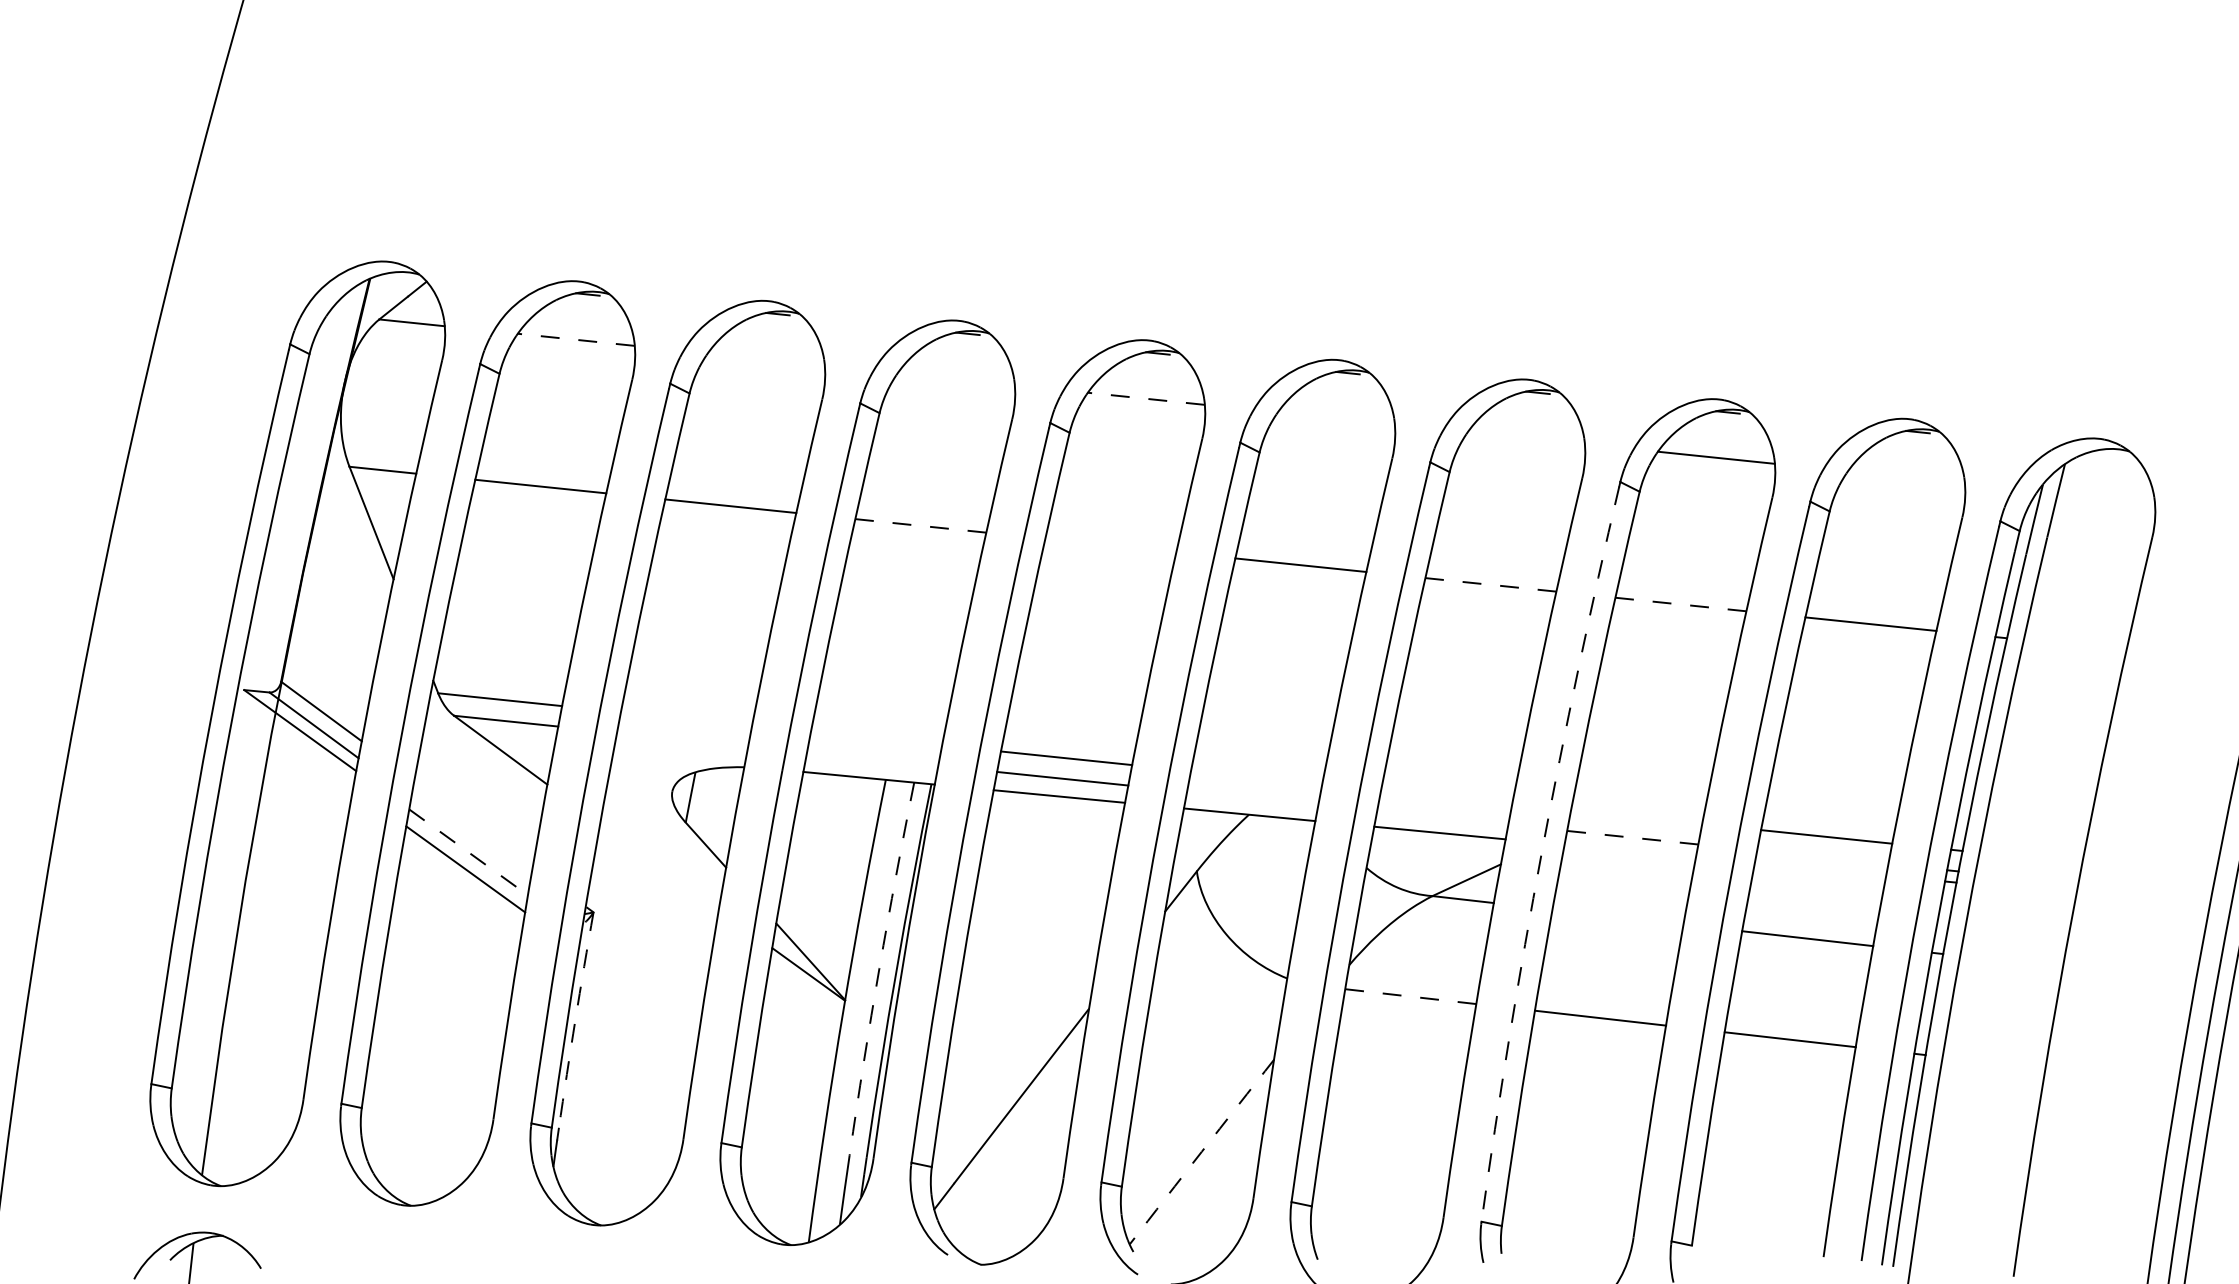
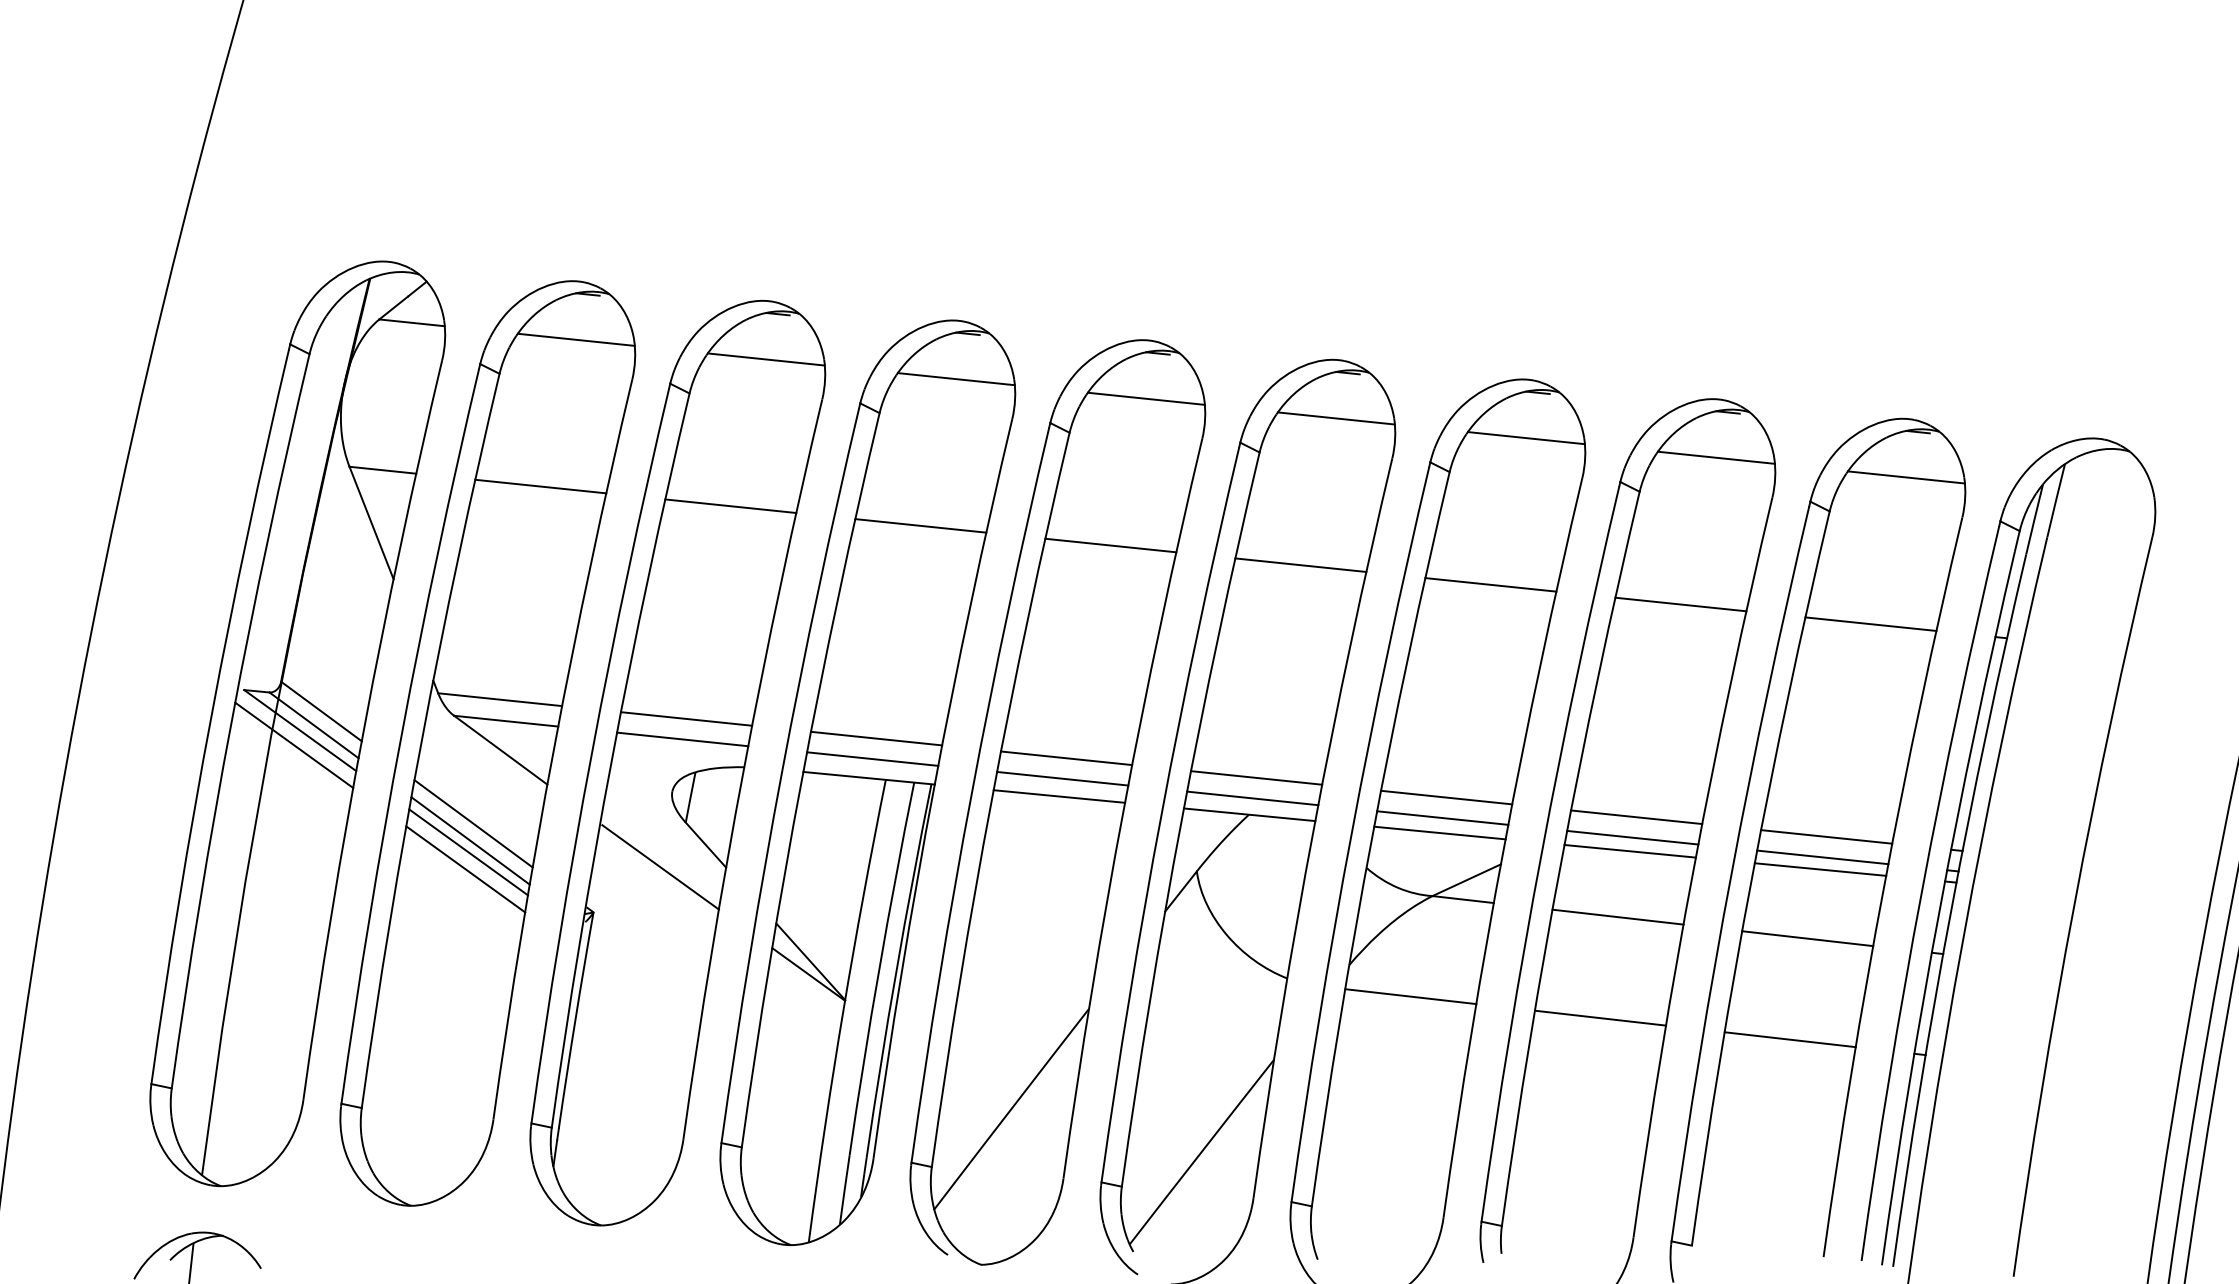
line at (576, 339): dashed -> solid
line at (765, 359): none -> present
line at (955, 379): none -> present
line at (1146, 398): dashed -> solid
line at (1336, 418): none -> present
line at (1526, 438): none -> present
line at (1906, 477): none -> present
line at (920, 525): dashed -> solid
line at (1110, 545): none -> present
line at (1490, 584): dashed -> solid
line at (1680, 604): dashed -> solid
line at (686, 718): none -> present
line at (876, 738): none -> present
line at (682, 739): none -> present
line at (294, 745): none -> present
line at (872, 758): none -> present
line at (1256, 777): none -> present
line at (1446, 797): none -> present
line at (1252, 798): none -> present
line at (1442, 817): none -> present
line at (1636, 817): none -> present
line at (473, 823): none -> present
line at (1632, 837): dashed -> solid
line at (470, 840): none -> present
line at (1629, 851): none -> present
line at (469, 852): dashed -> solid
arc at (1541, 852): dashed -> solid
line at (1822, 857): none -> present
line at (660, 867): none -> present
line at (1820, 869): none -> present
line at (1617, 916): none -> present
arc at (879, 968): dashed -> solid
line at (1410, 996): dashed -> solid
arc at (575, 1020): dashed -> solid
arc at (1201, 1151): dashed -> solid
